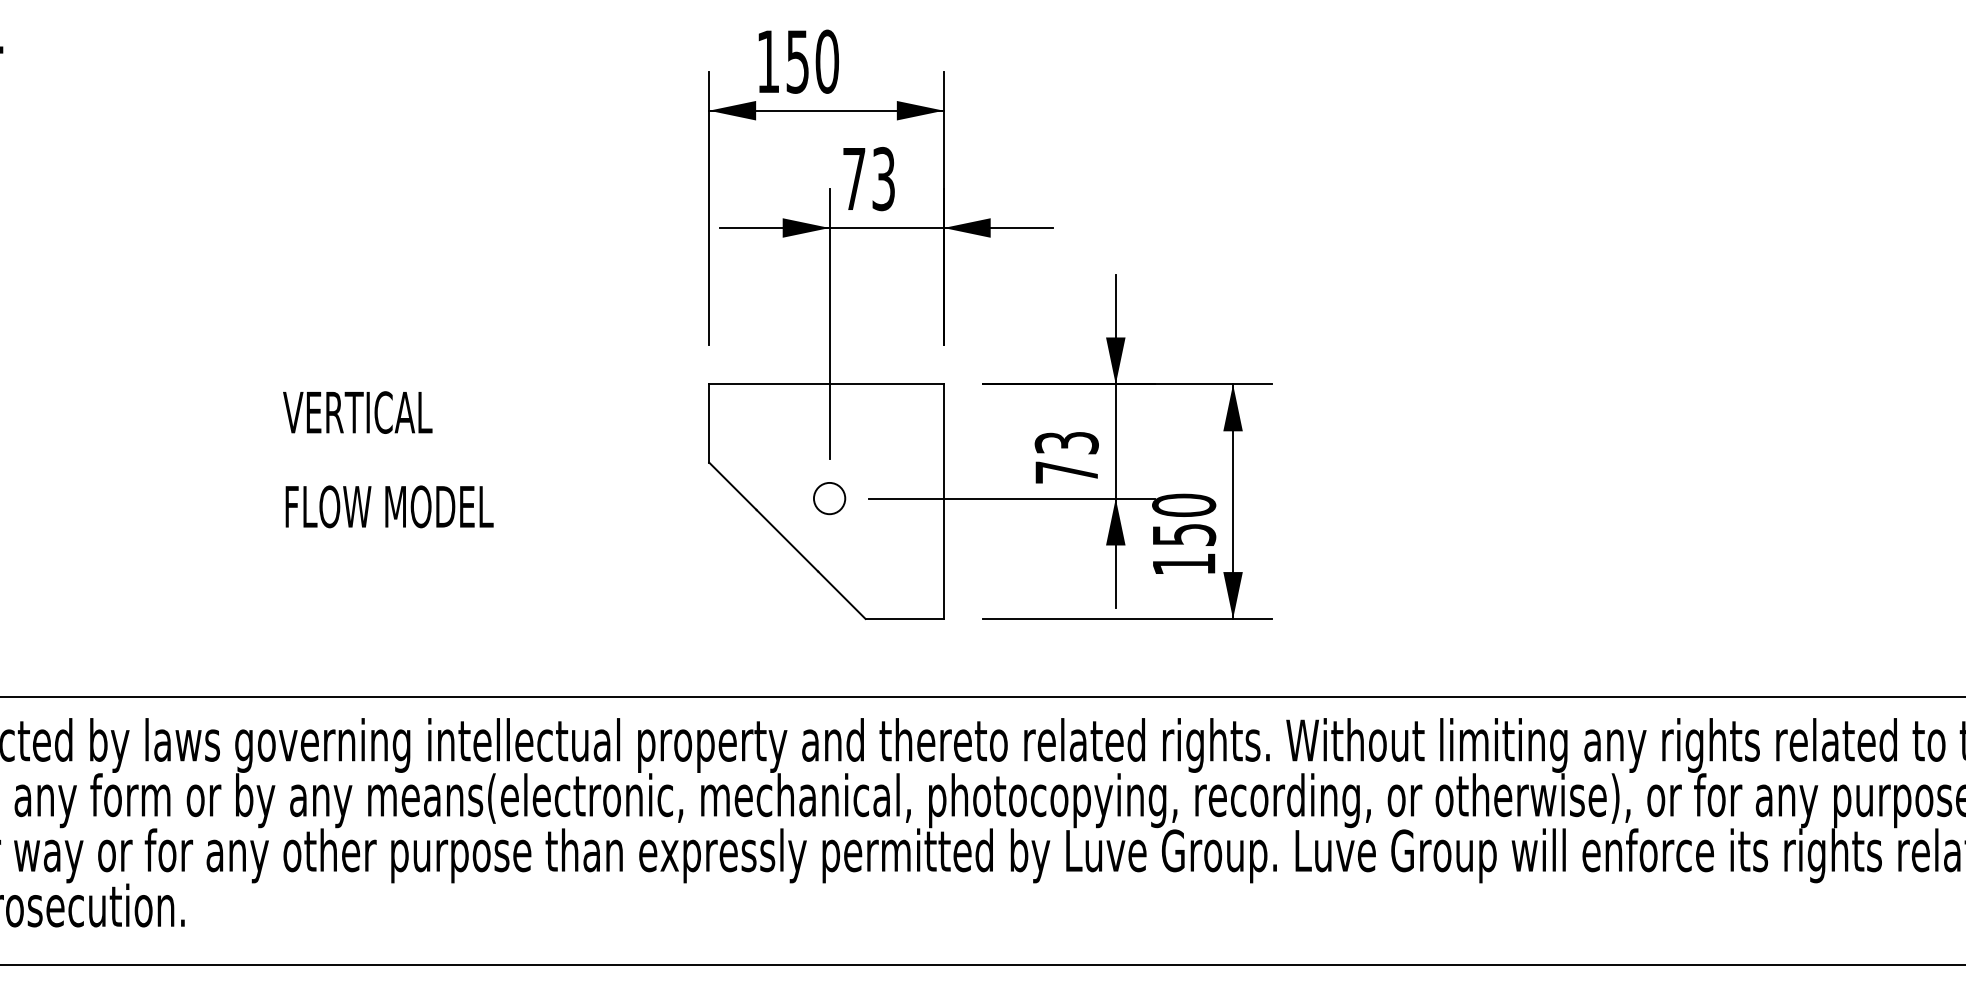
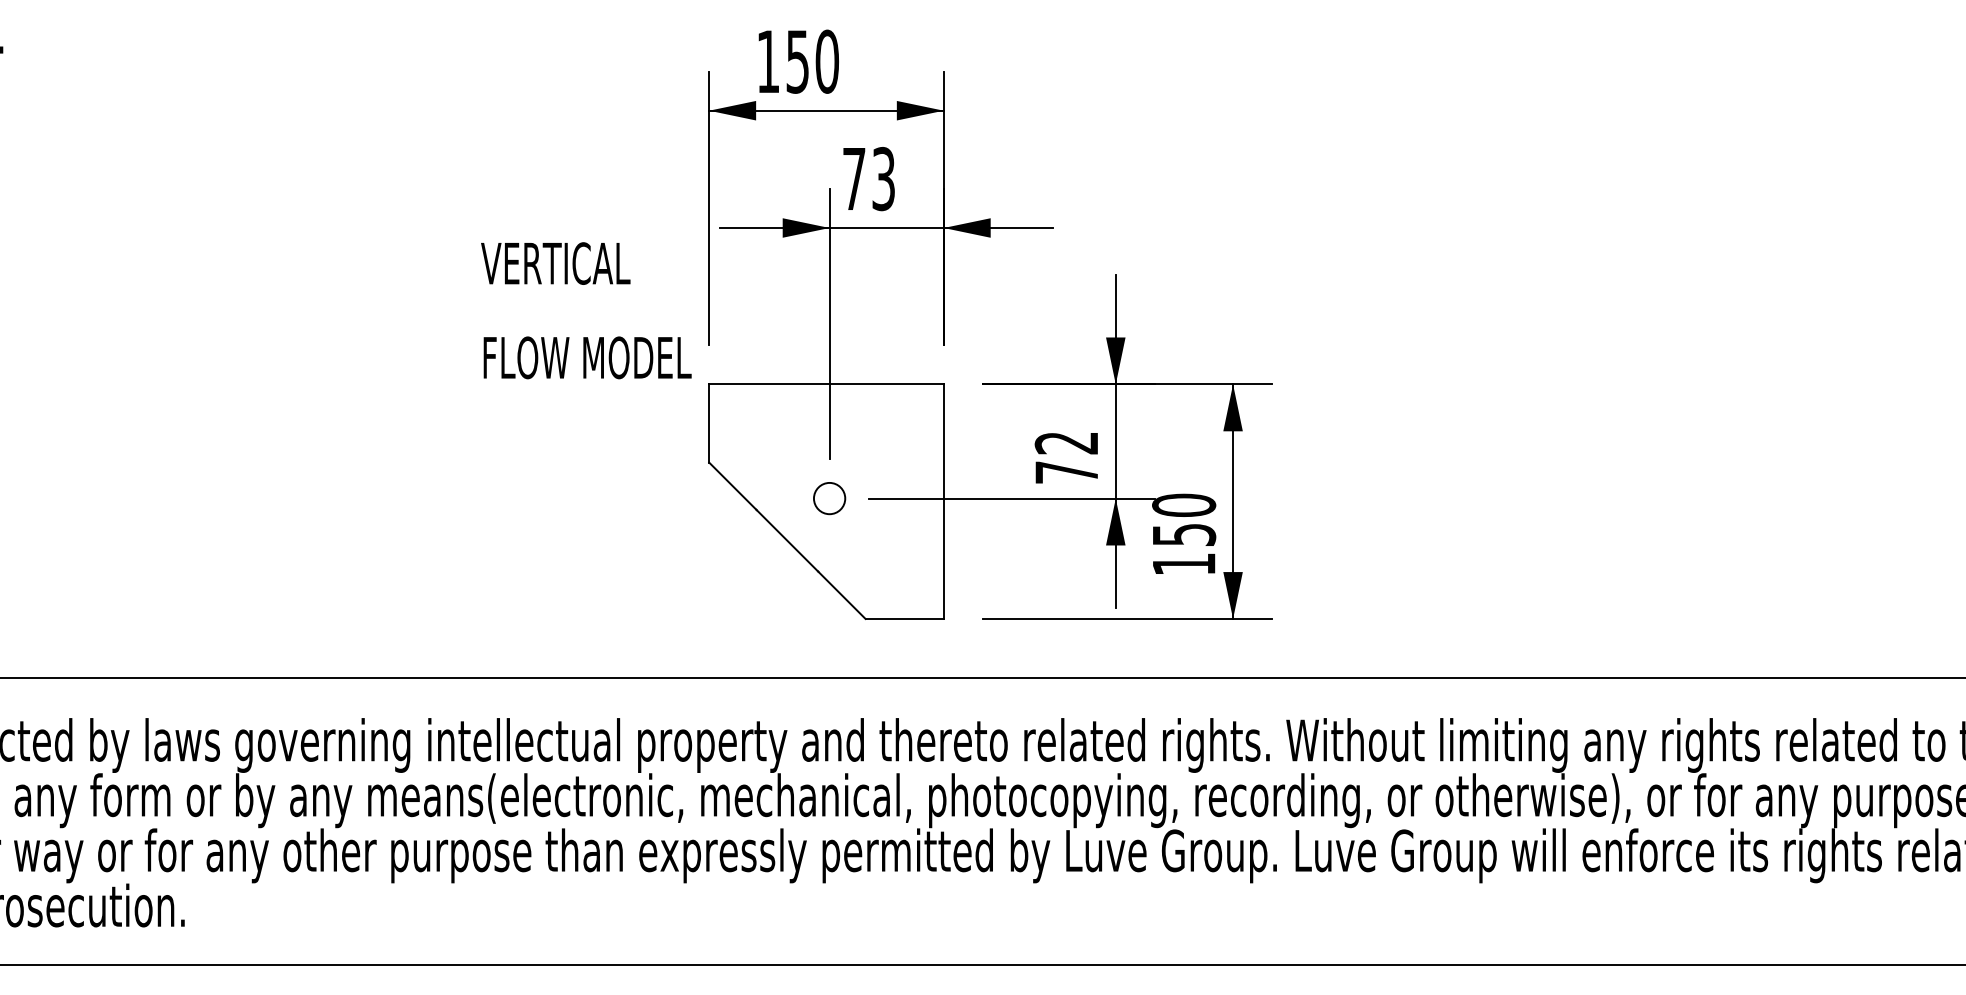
text at (1066, 443): 73 -> 72
text at (388, 459) position: (388, 459) -> (586, 310)
line at (982, 696) position: (982, 696) -> (982, 677)
